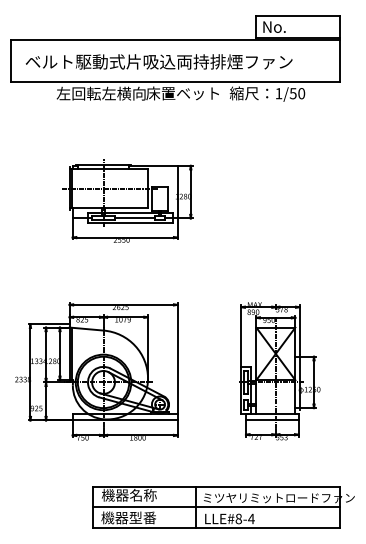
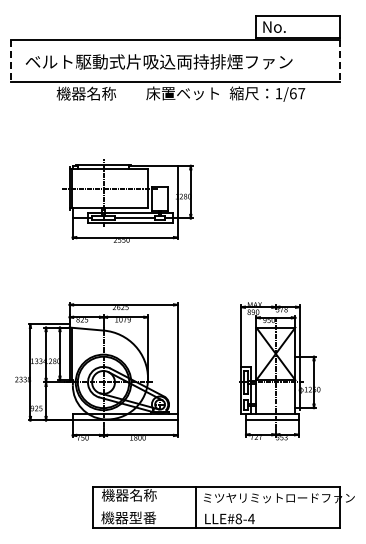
line at (11, 60): solid -> dashed
line at (340, 60): solid -> dashed
text at (100, 93): 左回転左横向 -> 機器名称
text at (297, 93): 1/50 -> 1/67
line at (216, 507): present -> none
